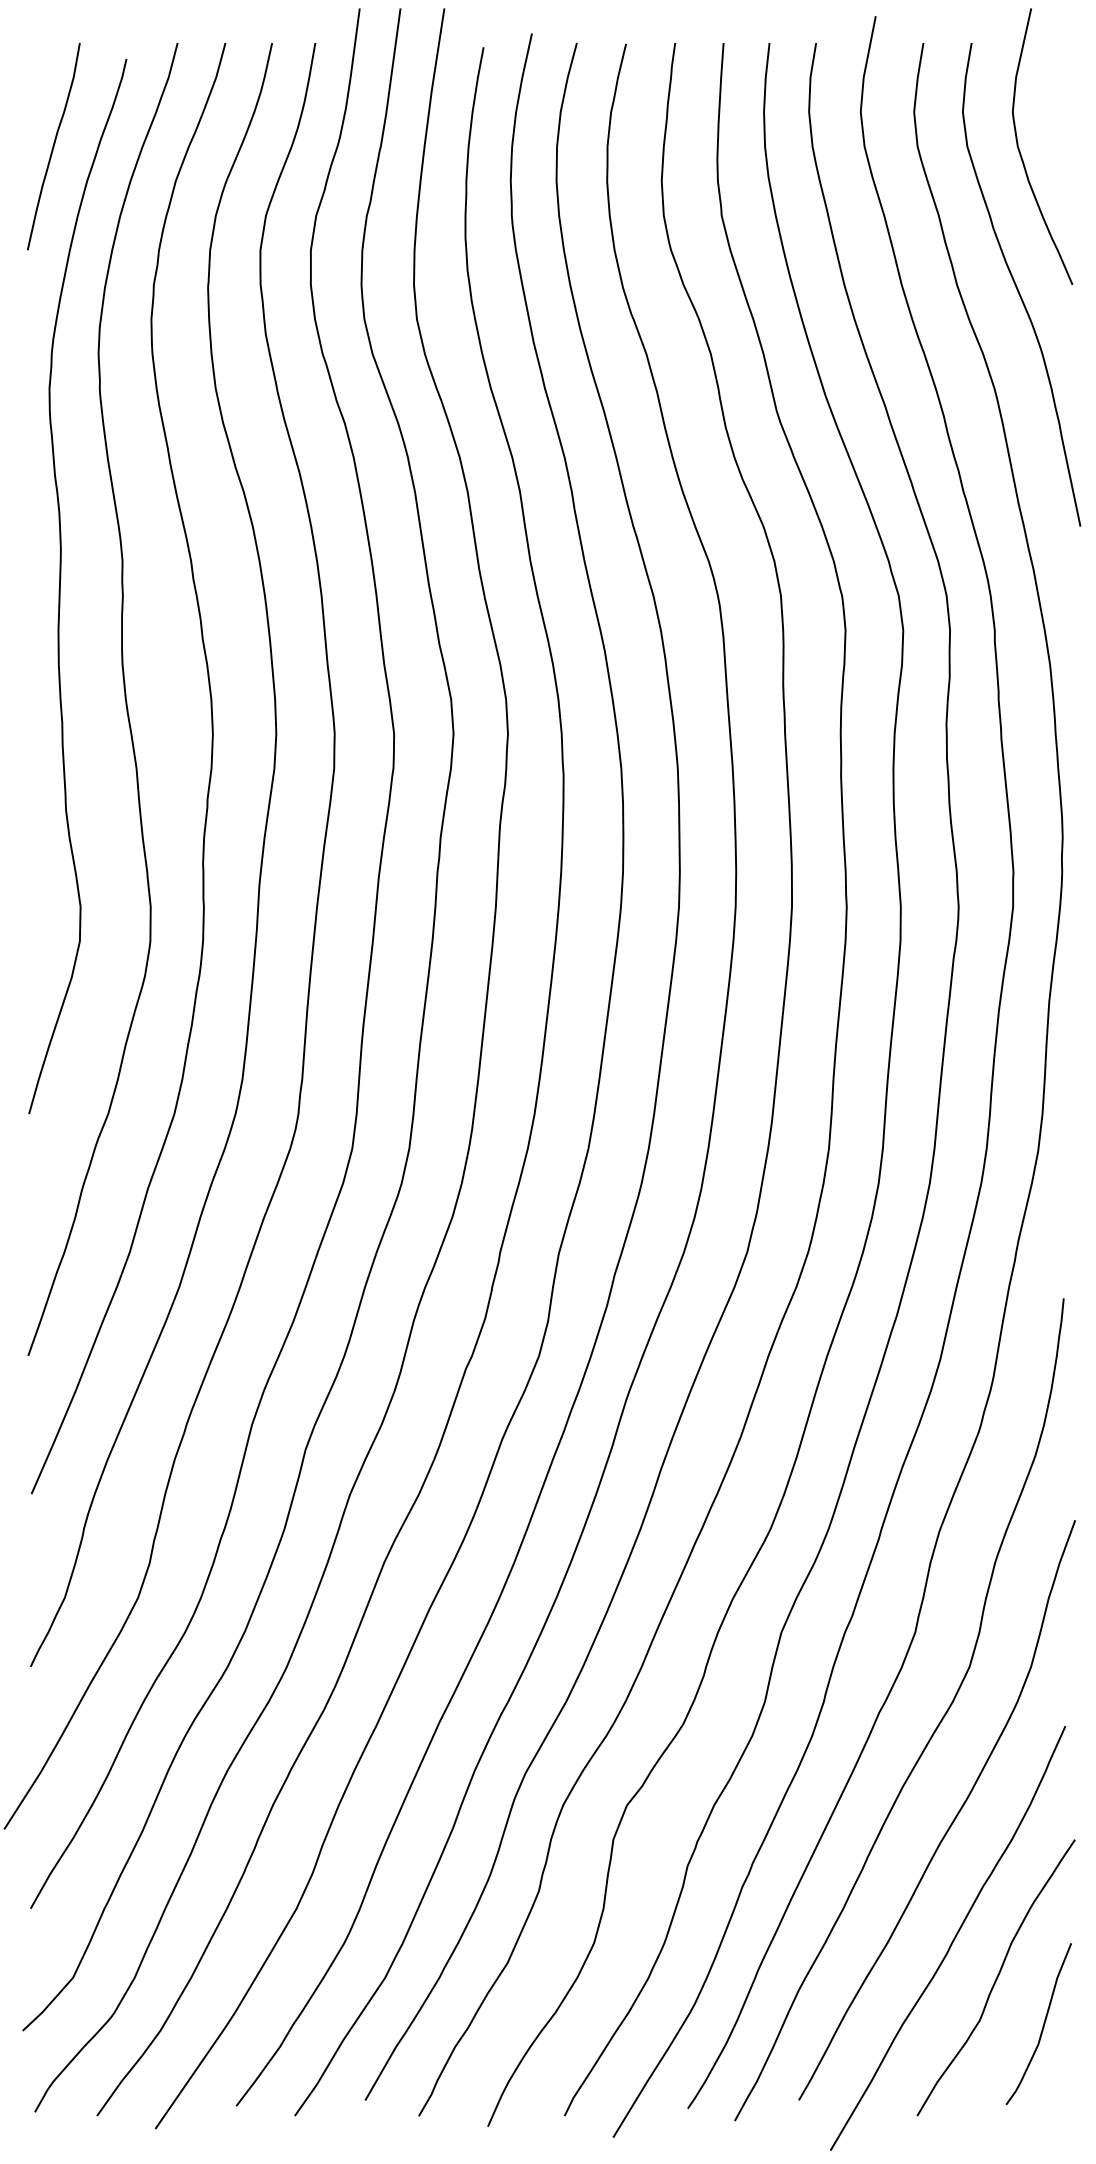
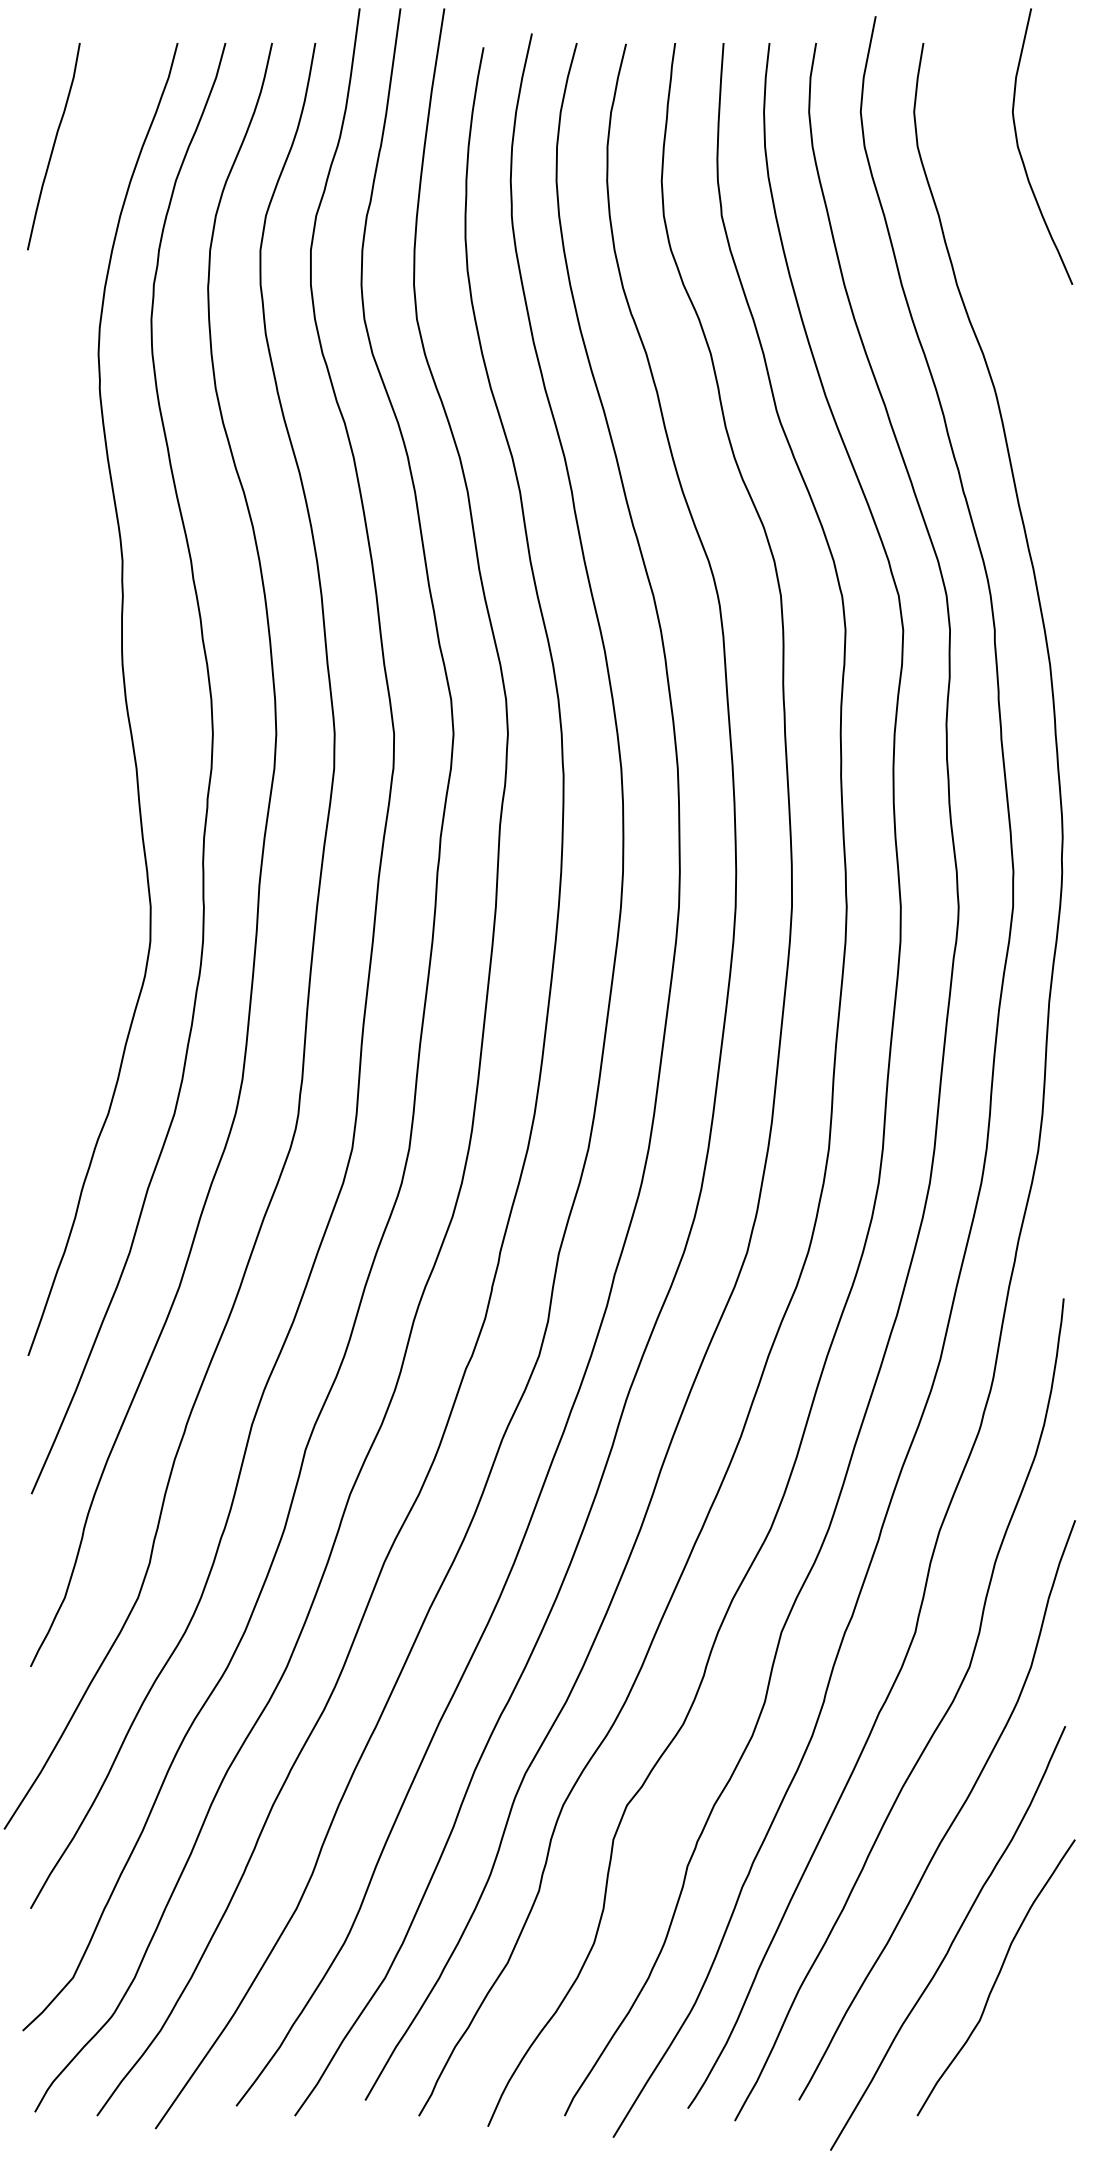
curve at (1017, 286): present -> none
curve at (60, 586): present -> none
curve at (1043, 2023): present -> none
